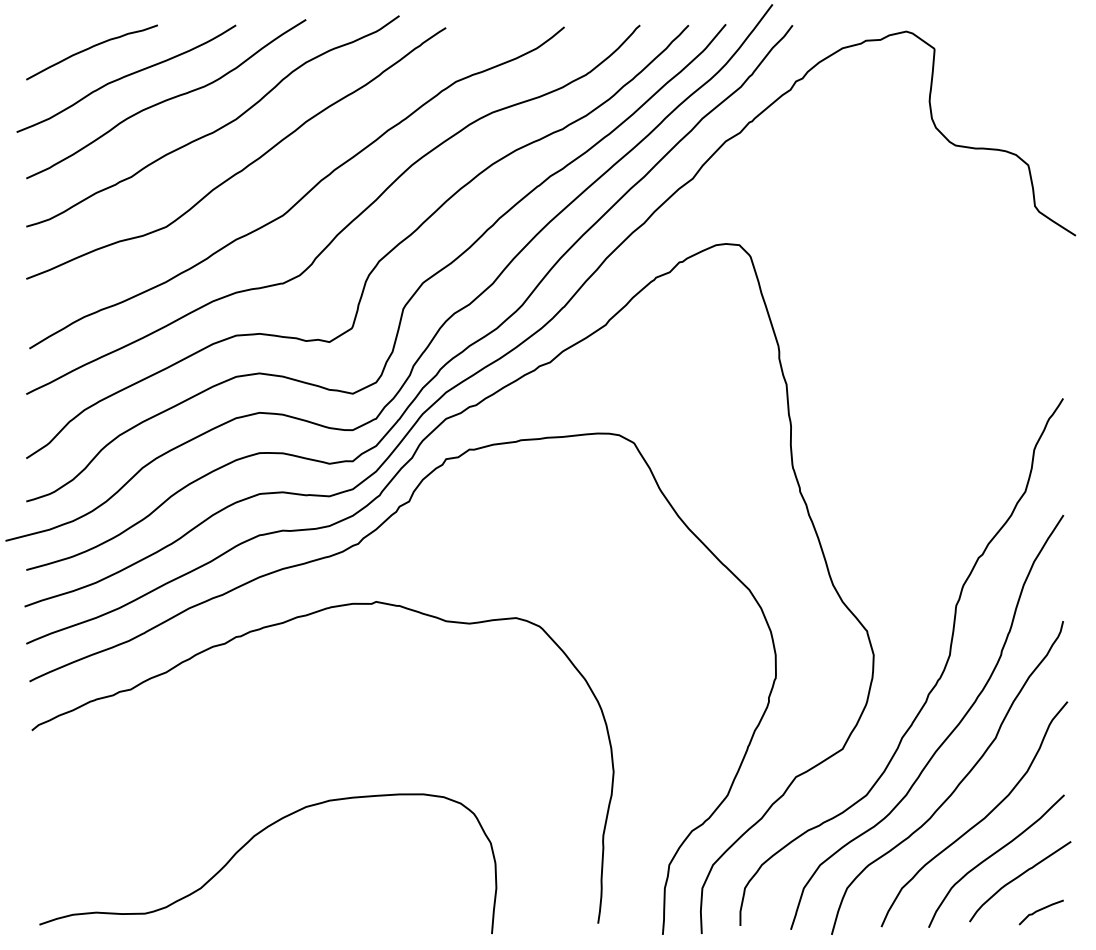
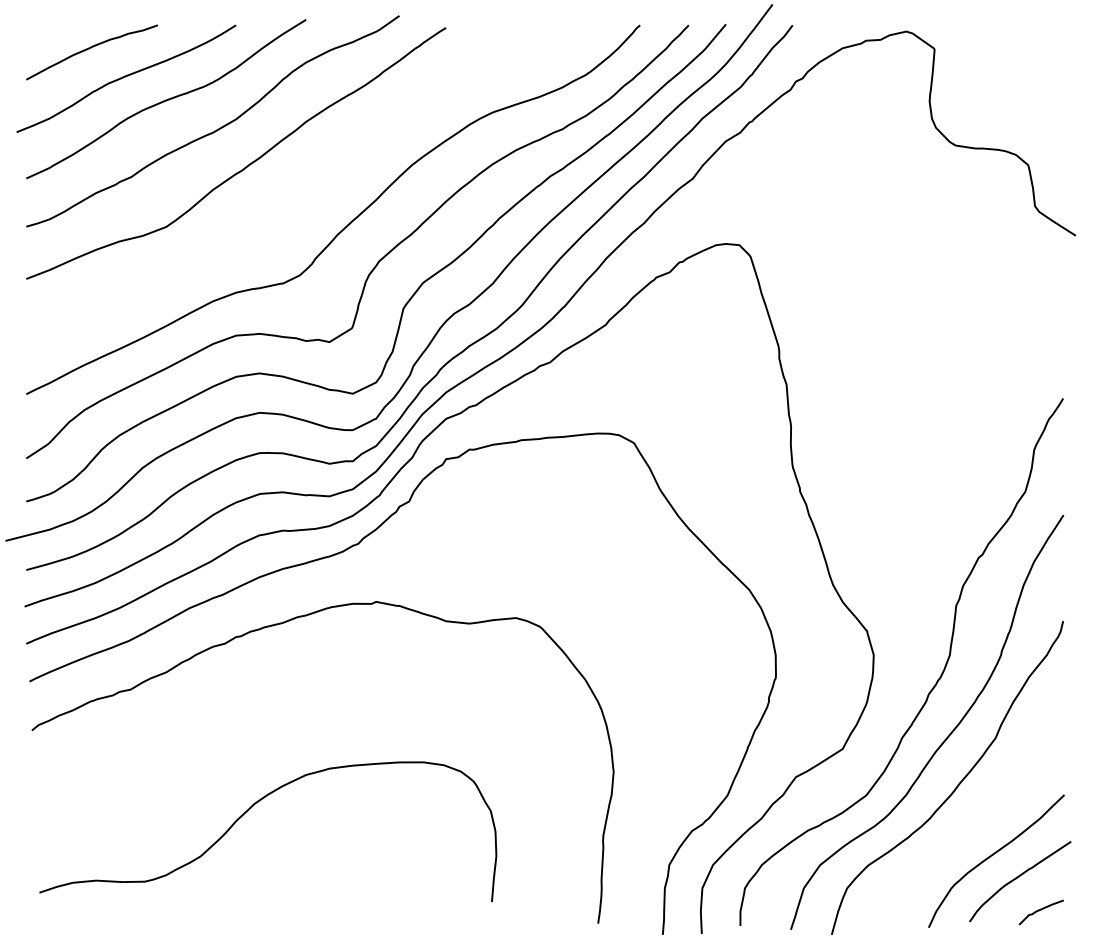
curve at (304, 194): present -> none
curve at (978, 821): present -> none
curve at (248, 843) position: (248, 843) -> (248, 811)
